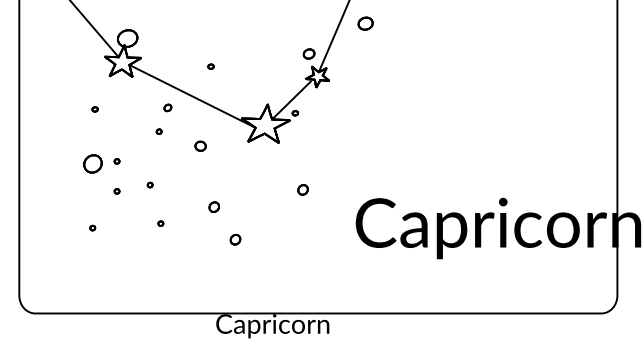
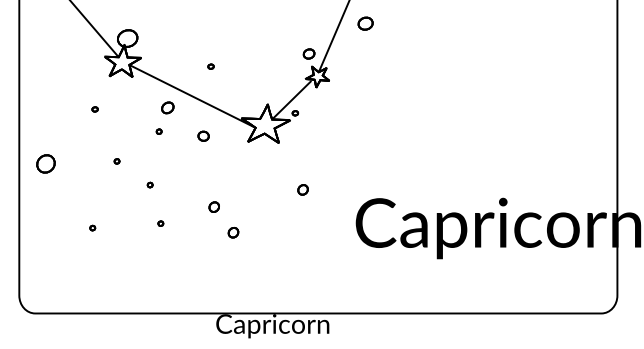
part at (167, 107) size: 10x10 px -> 14x14 px
part at (200, 145) position: (200, 145) -> (203, 135)
part at (92, 163) position: (92, 163) -> (45, 163)
part at (116, 191): present -> none
part at (235, 239) position: (235, 239) -> (233, 232)
